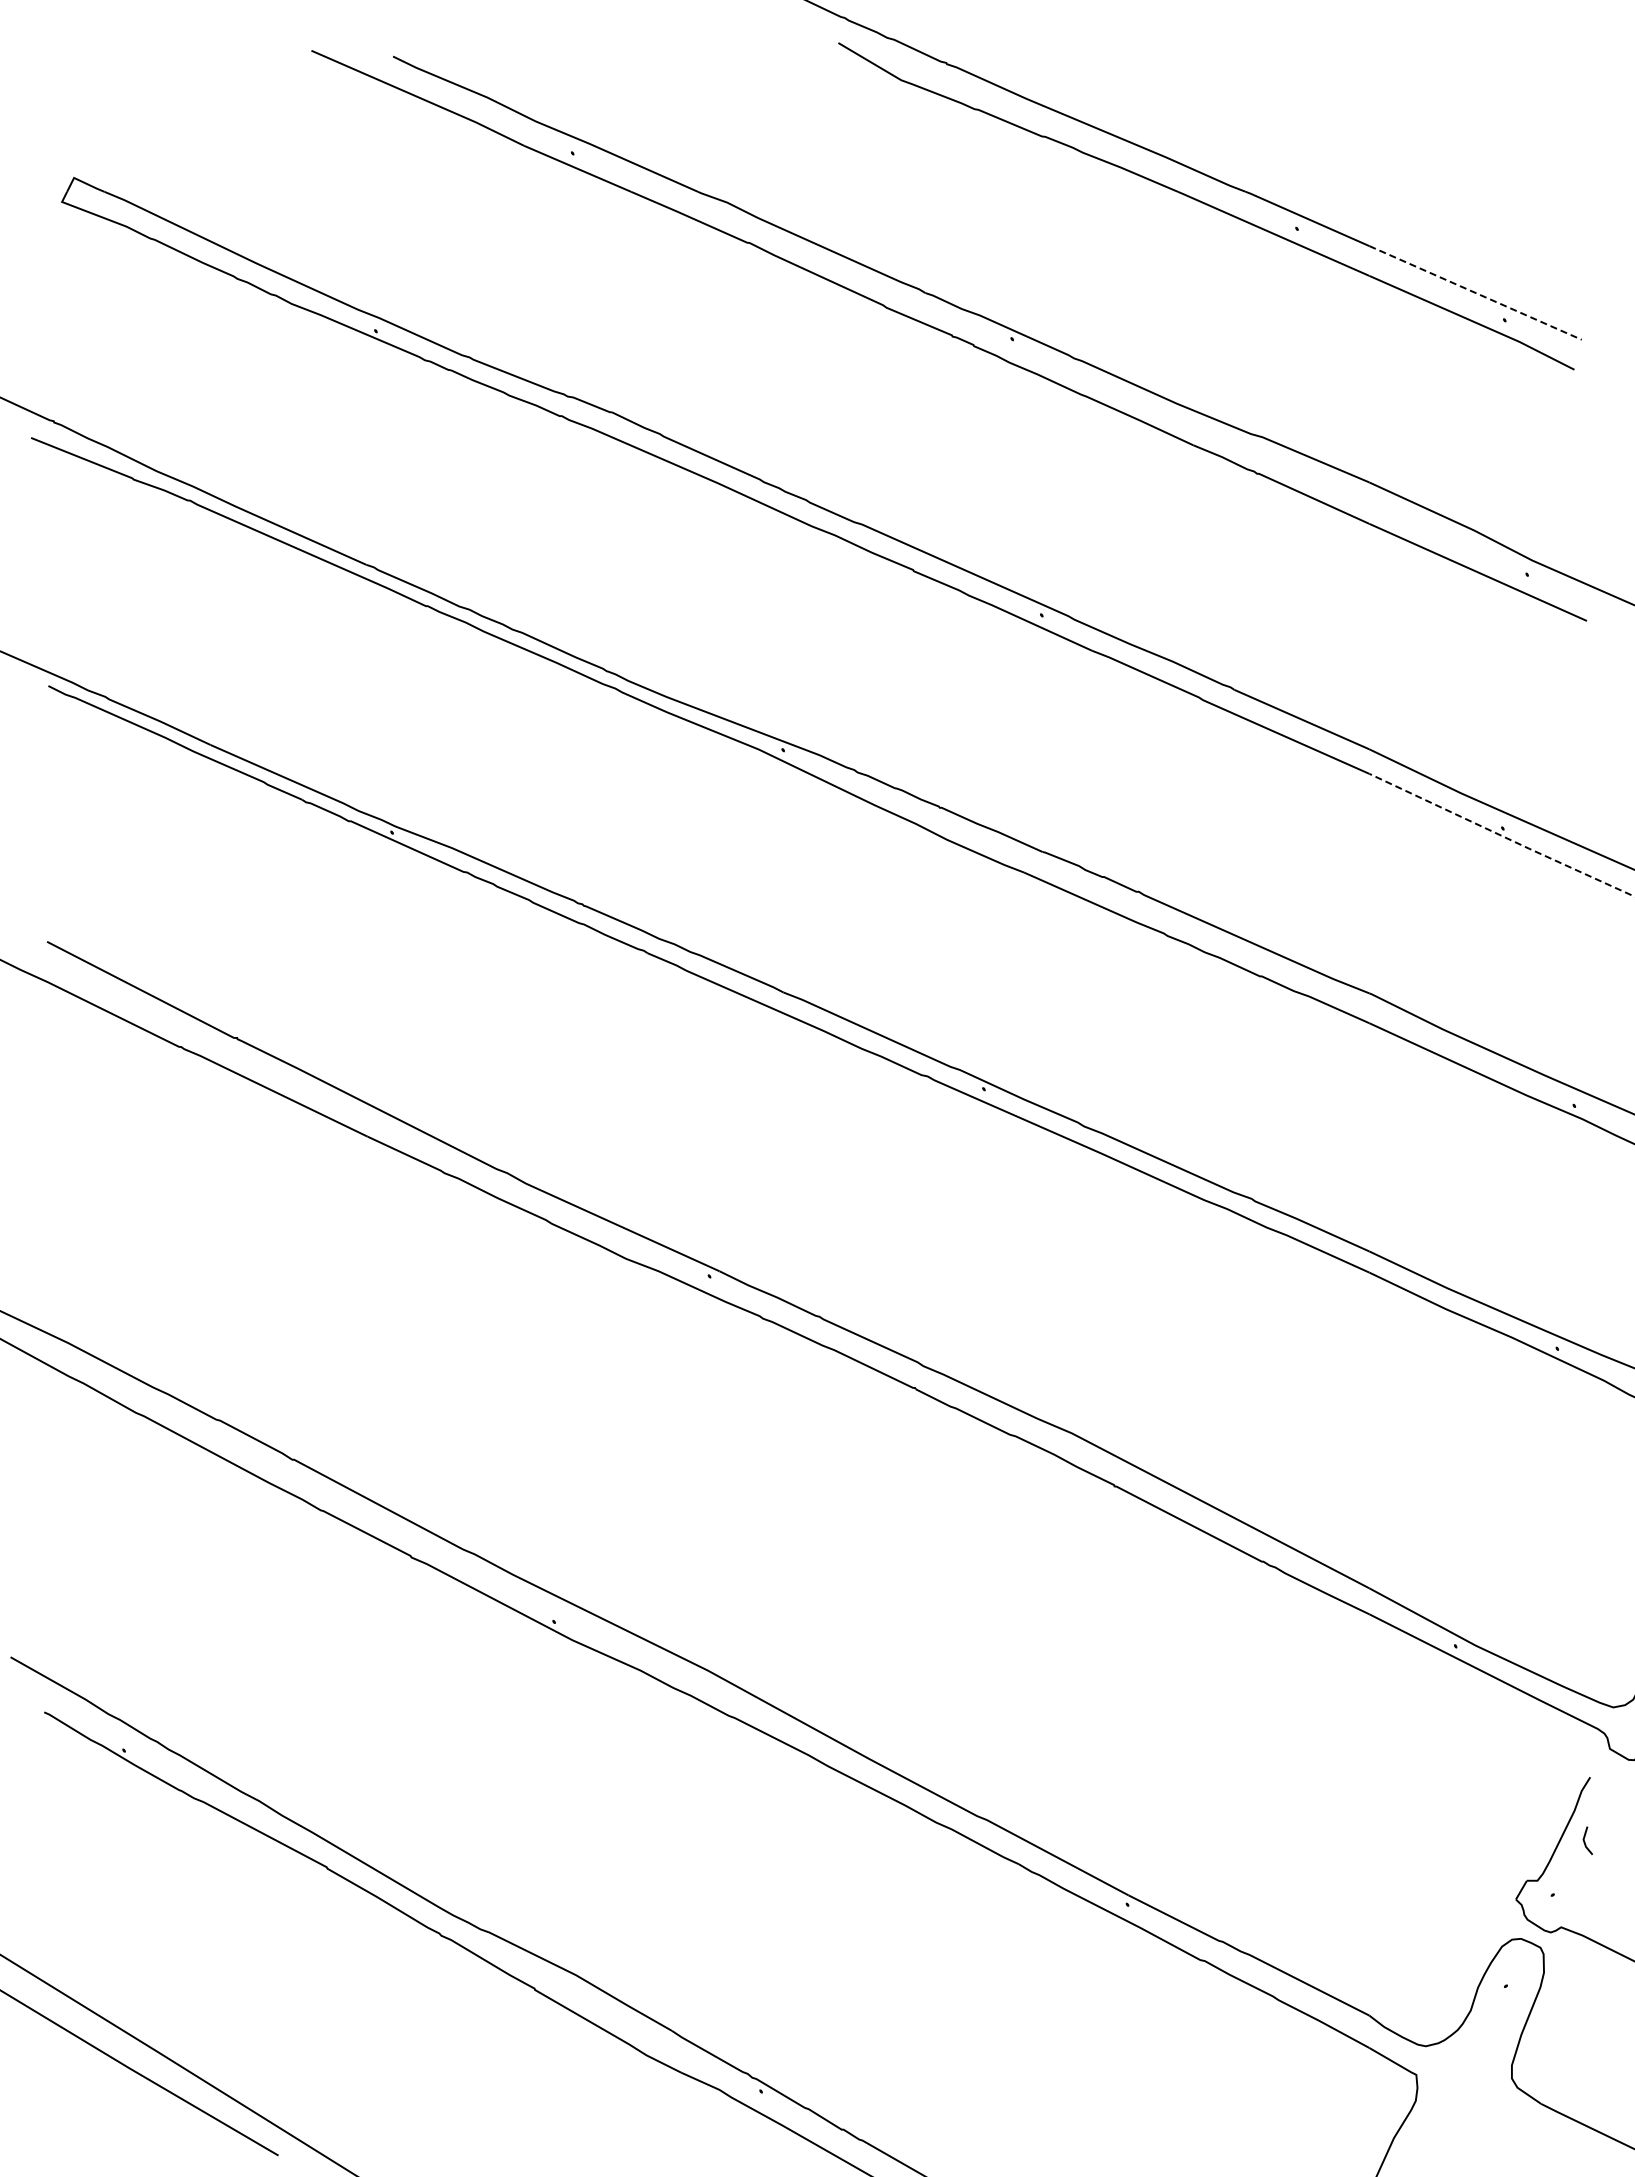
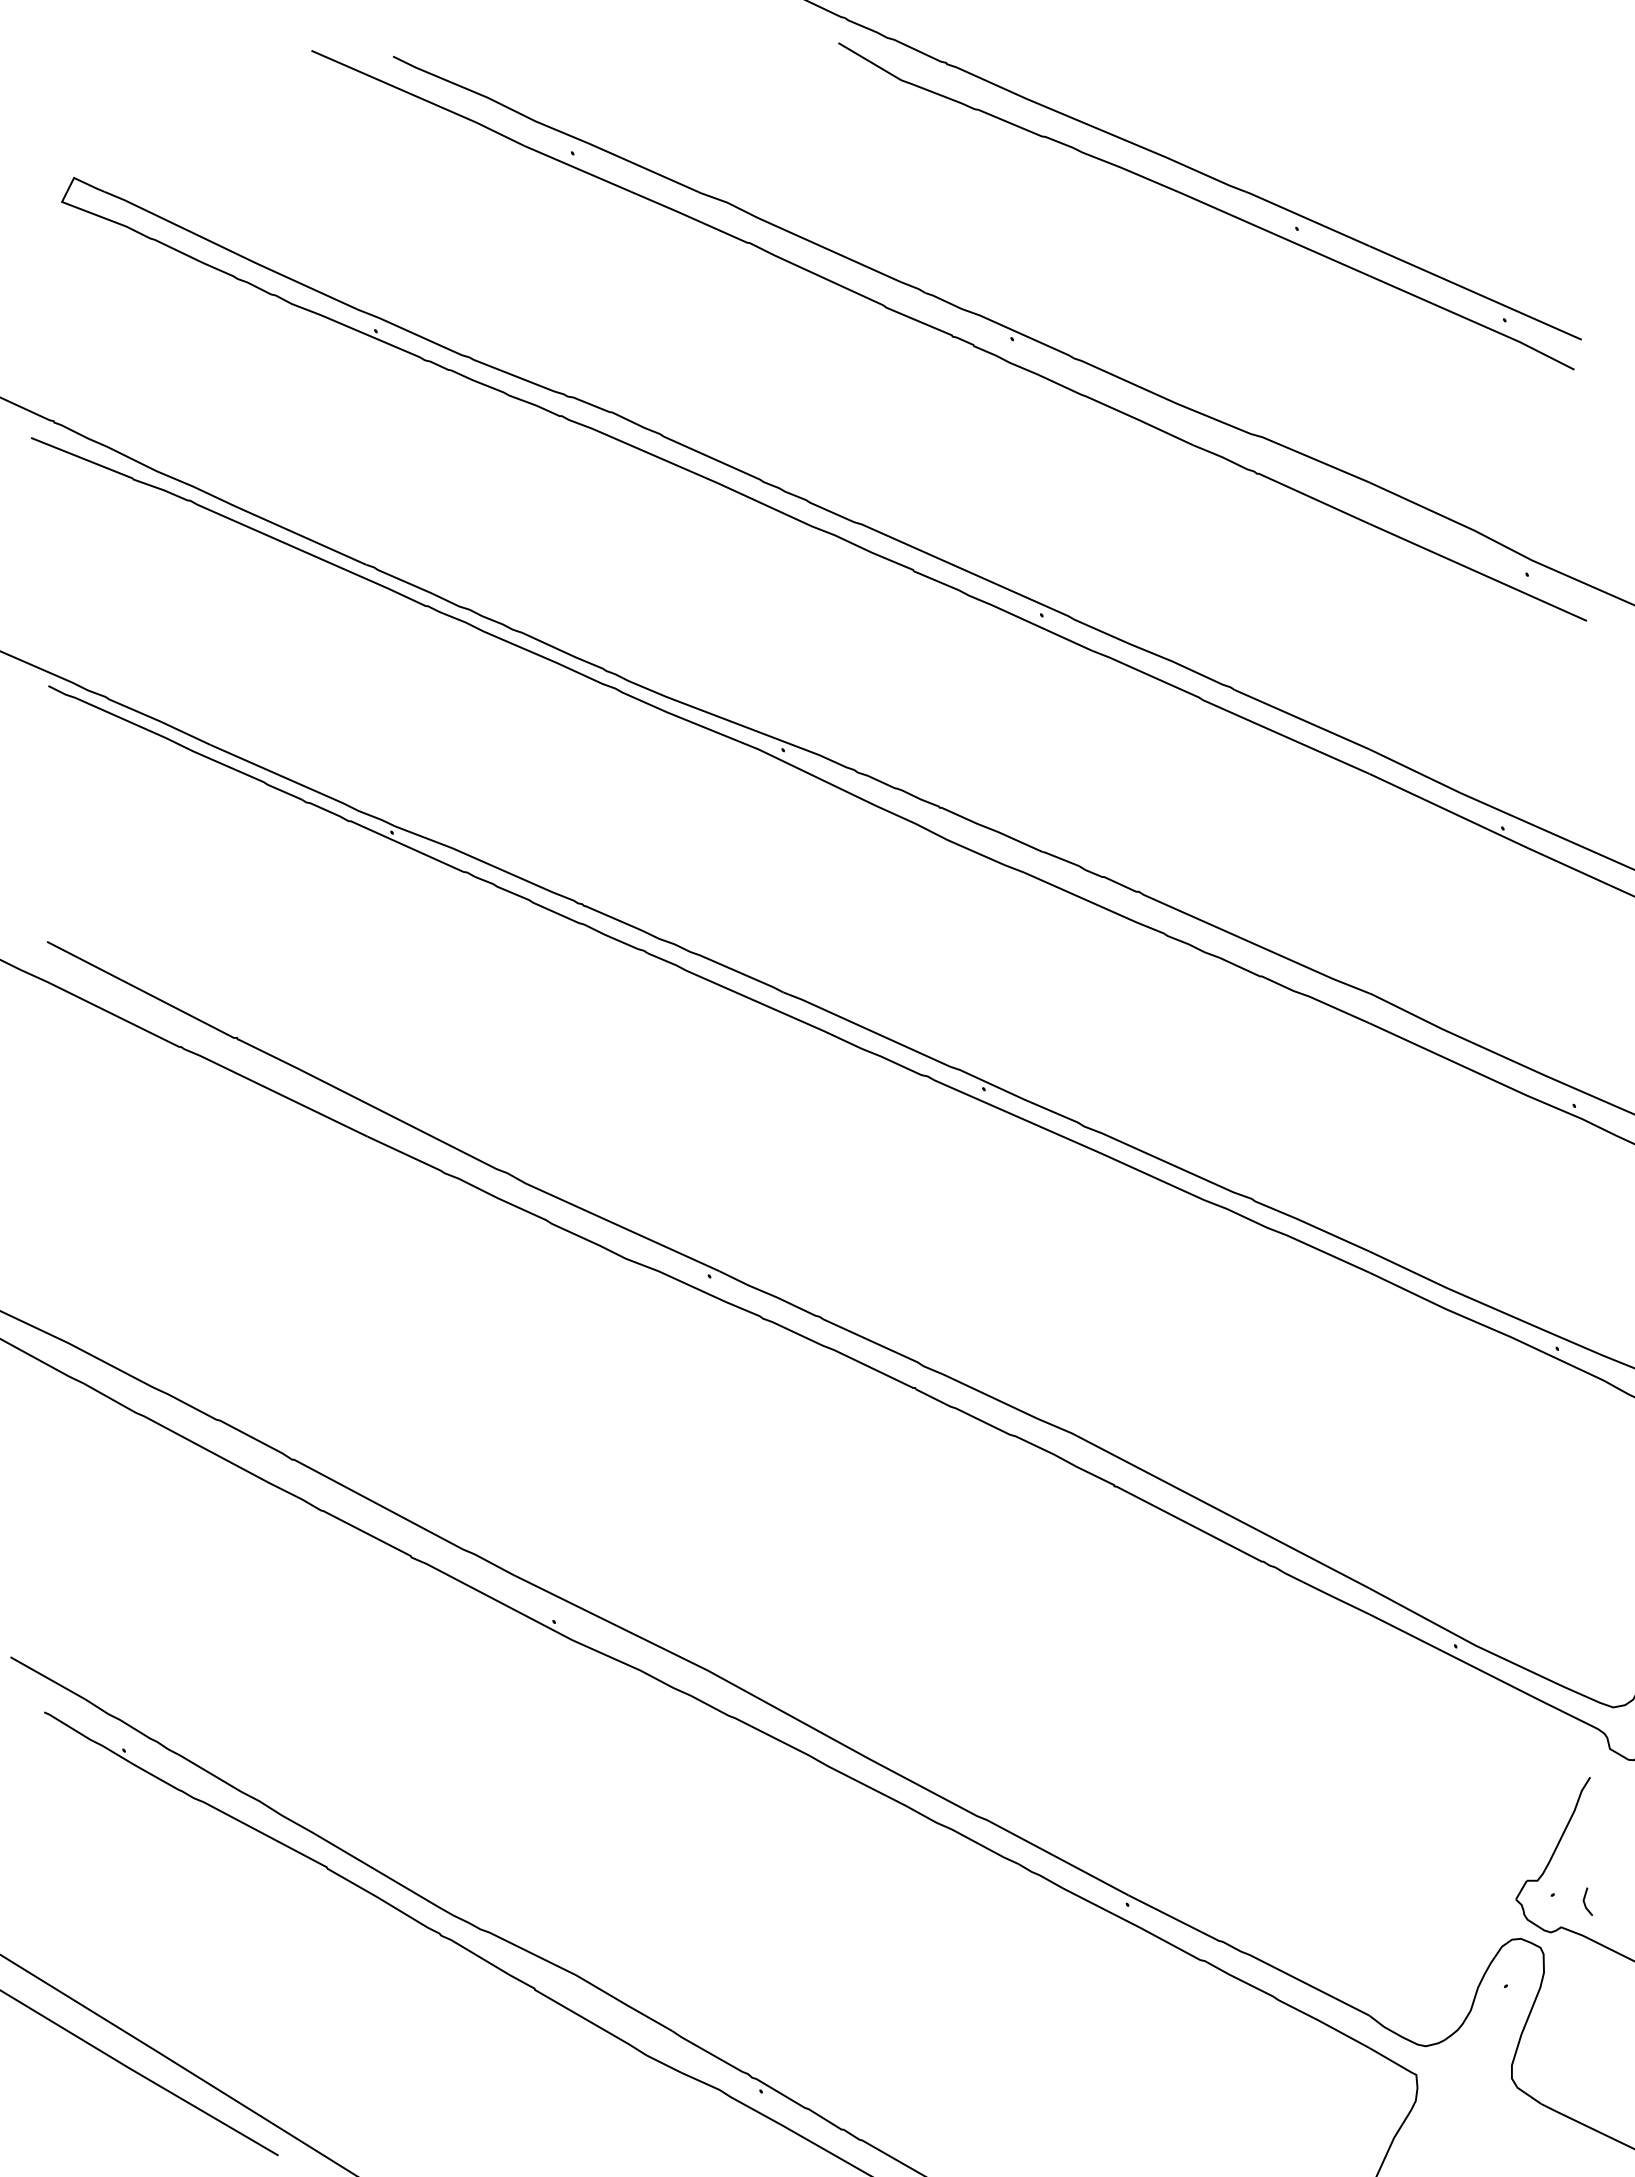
line at (1476, 293): dashed -> solid
line at (1501, 835): dashed -> solid
line at (1585, 1841) position: (1585, 1841) -> (1585, 1902)
